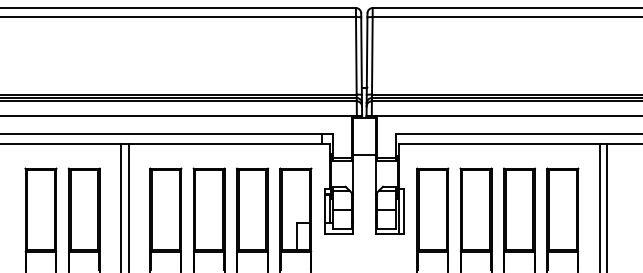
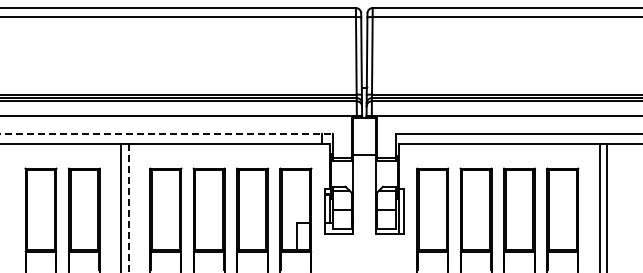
line at (167, 133): solid -> dashed
line at (128, 208): solid -> dashed
